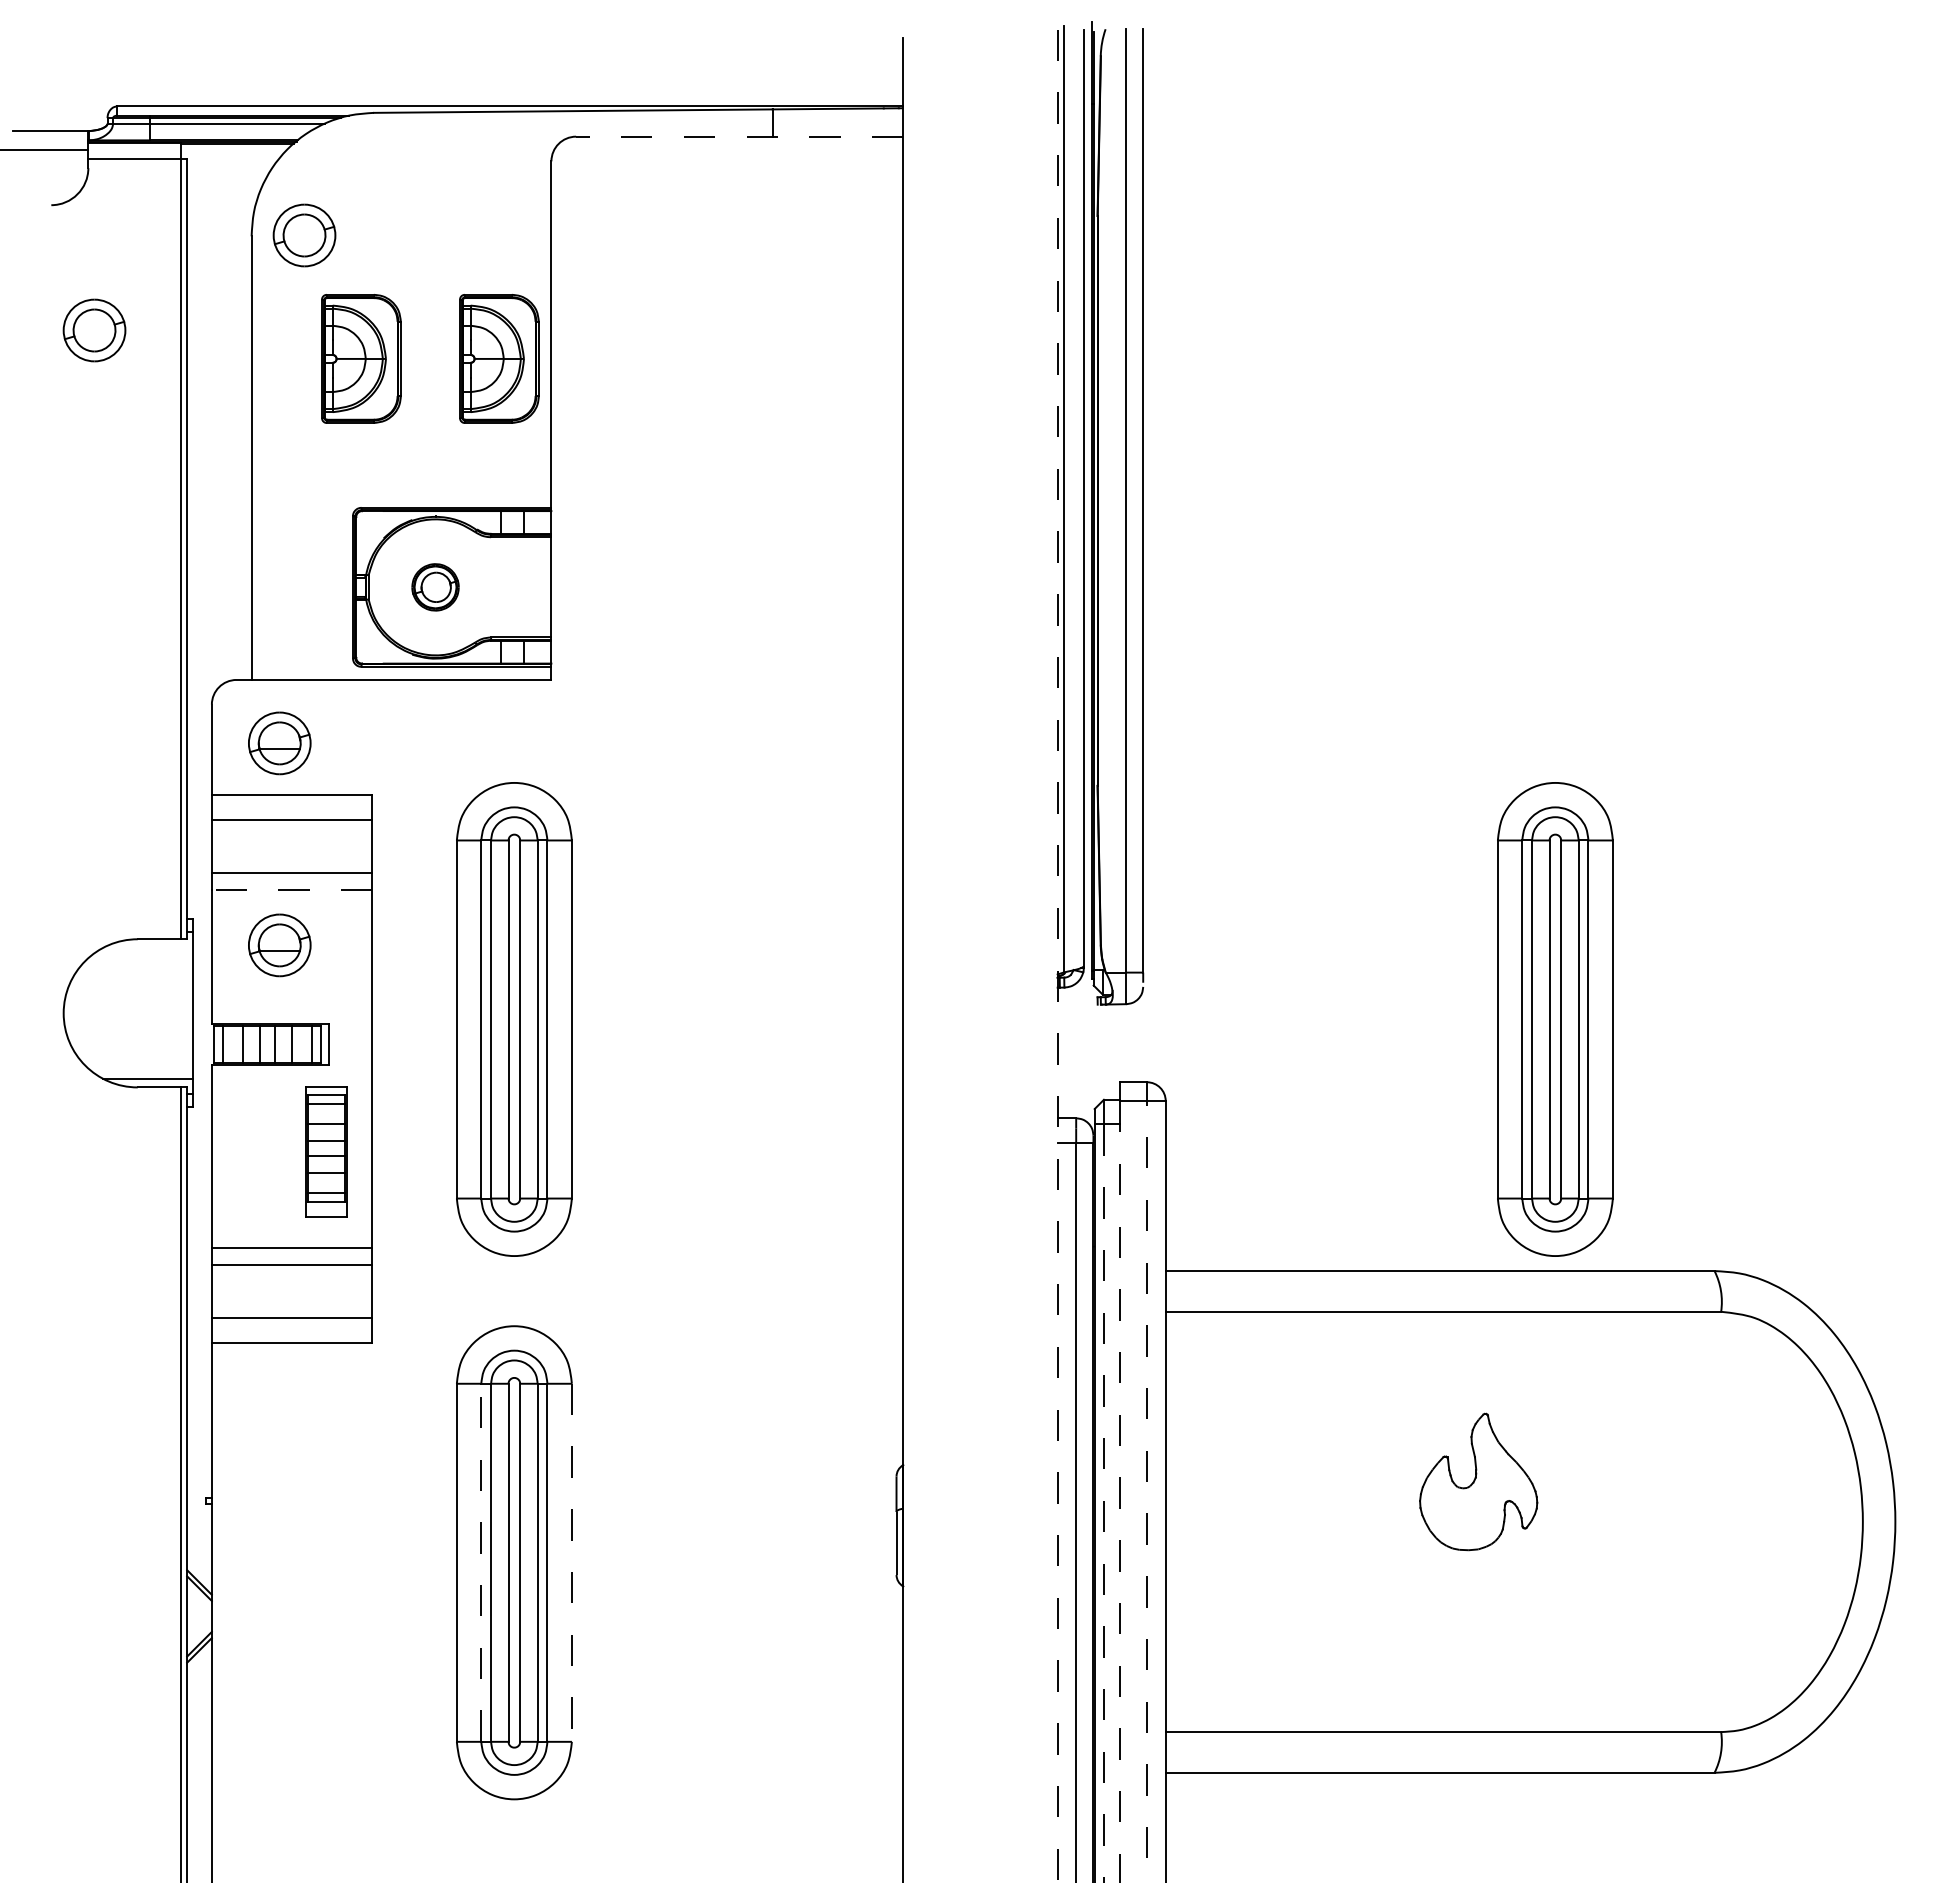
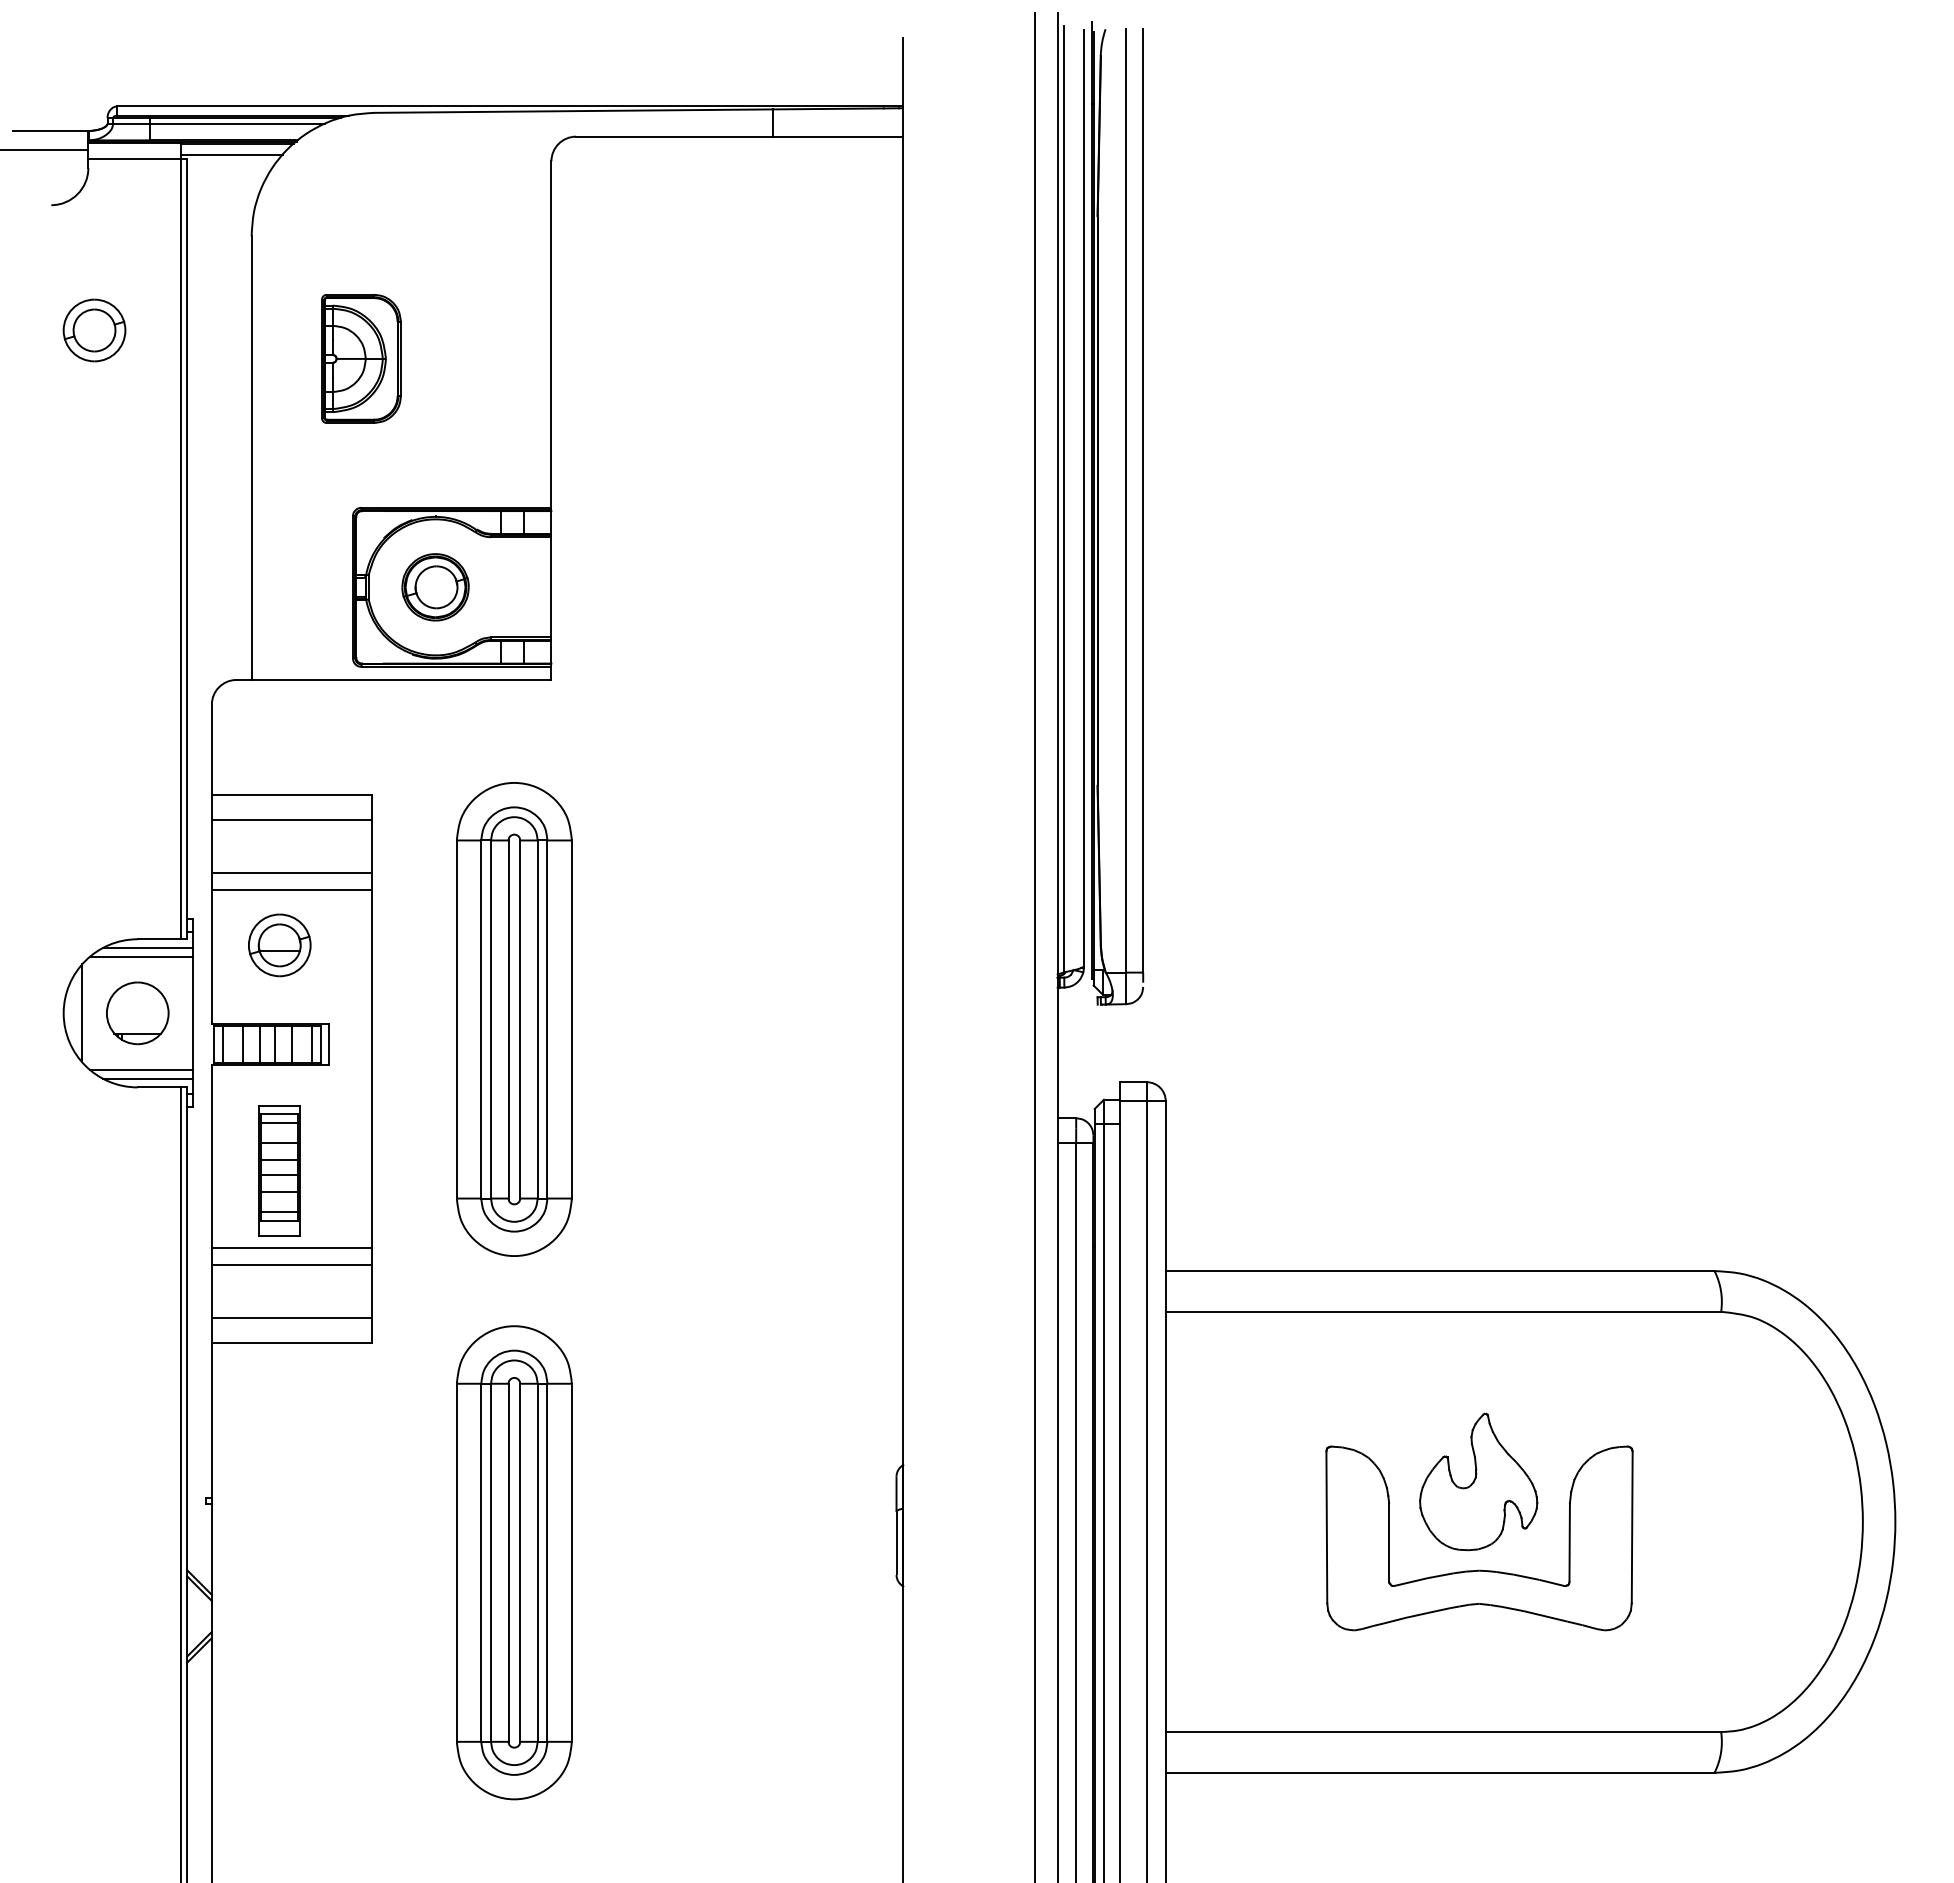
line at (739, 136): dashed -> solid
line at (231, 155): none -> present
part at (304, 235): present -> none
part at (499, 358): present -> none
part at (435, 587) size: 49x49 px -> 69x69 px
part at (279, 743): present -> none
line at (291, 890): dashed -> solid
line at (1034, 946): none -> present
line at (147, 947): none -> present
line at (1057, 948): dashed -> solid
line at (141, 956): none -> present
line at (82, 1013): none -> present
part at (137, 1013): none -> present
part at (1555, 1019): present -> none
line at (141, 1069): none -> present
part at (326, 1151) position: (326, 1151) -> (279, 1170)
line at (1119, 1492): dashed -> solid
line at (1146, 1492): dashed -> solid
line at (1103, 1503): dashed -> solid
line at (481, 1562): dashed -> solid
line at (571, 1563): dashed -> solid
part at (1479, 1569): none -> present
